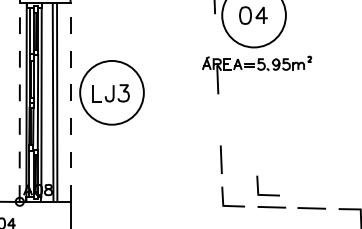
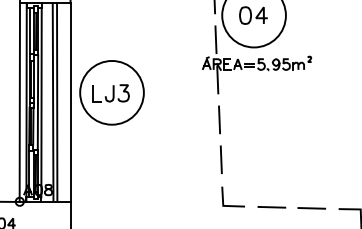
line at (215, 39): none -> present
line at (19, 102): dashed -> solid
line at (70, 102): dashed -> solid
line at (219, 119): none -> present
line at (258, 185): present -> none
